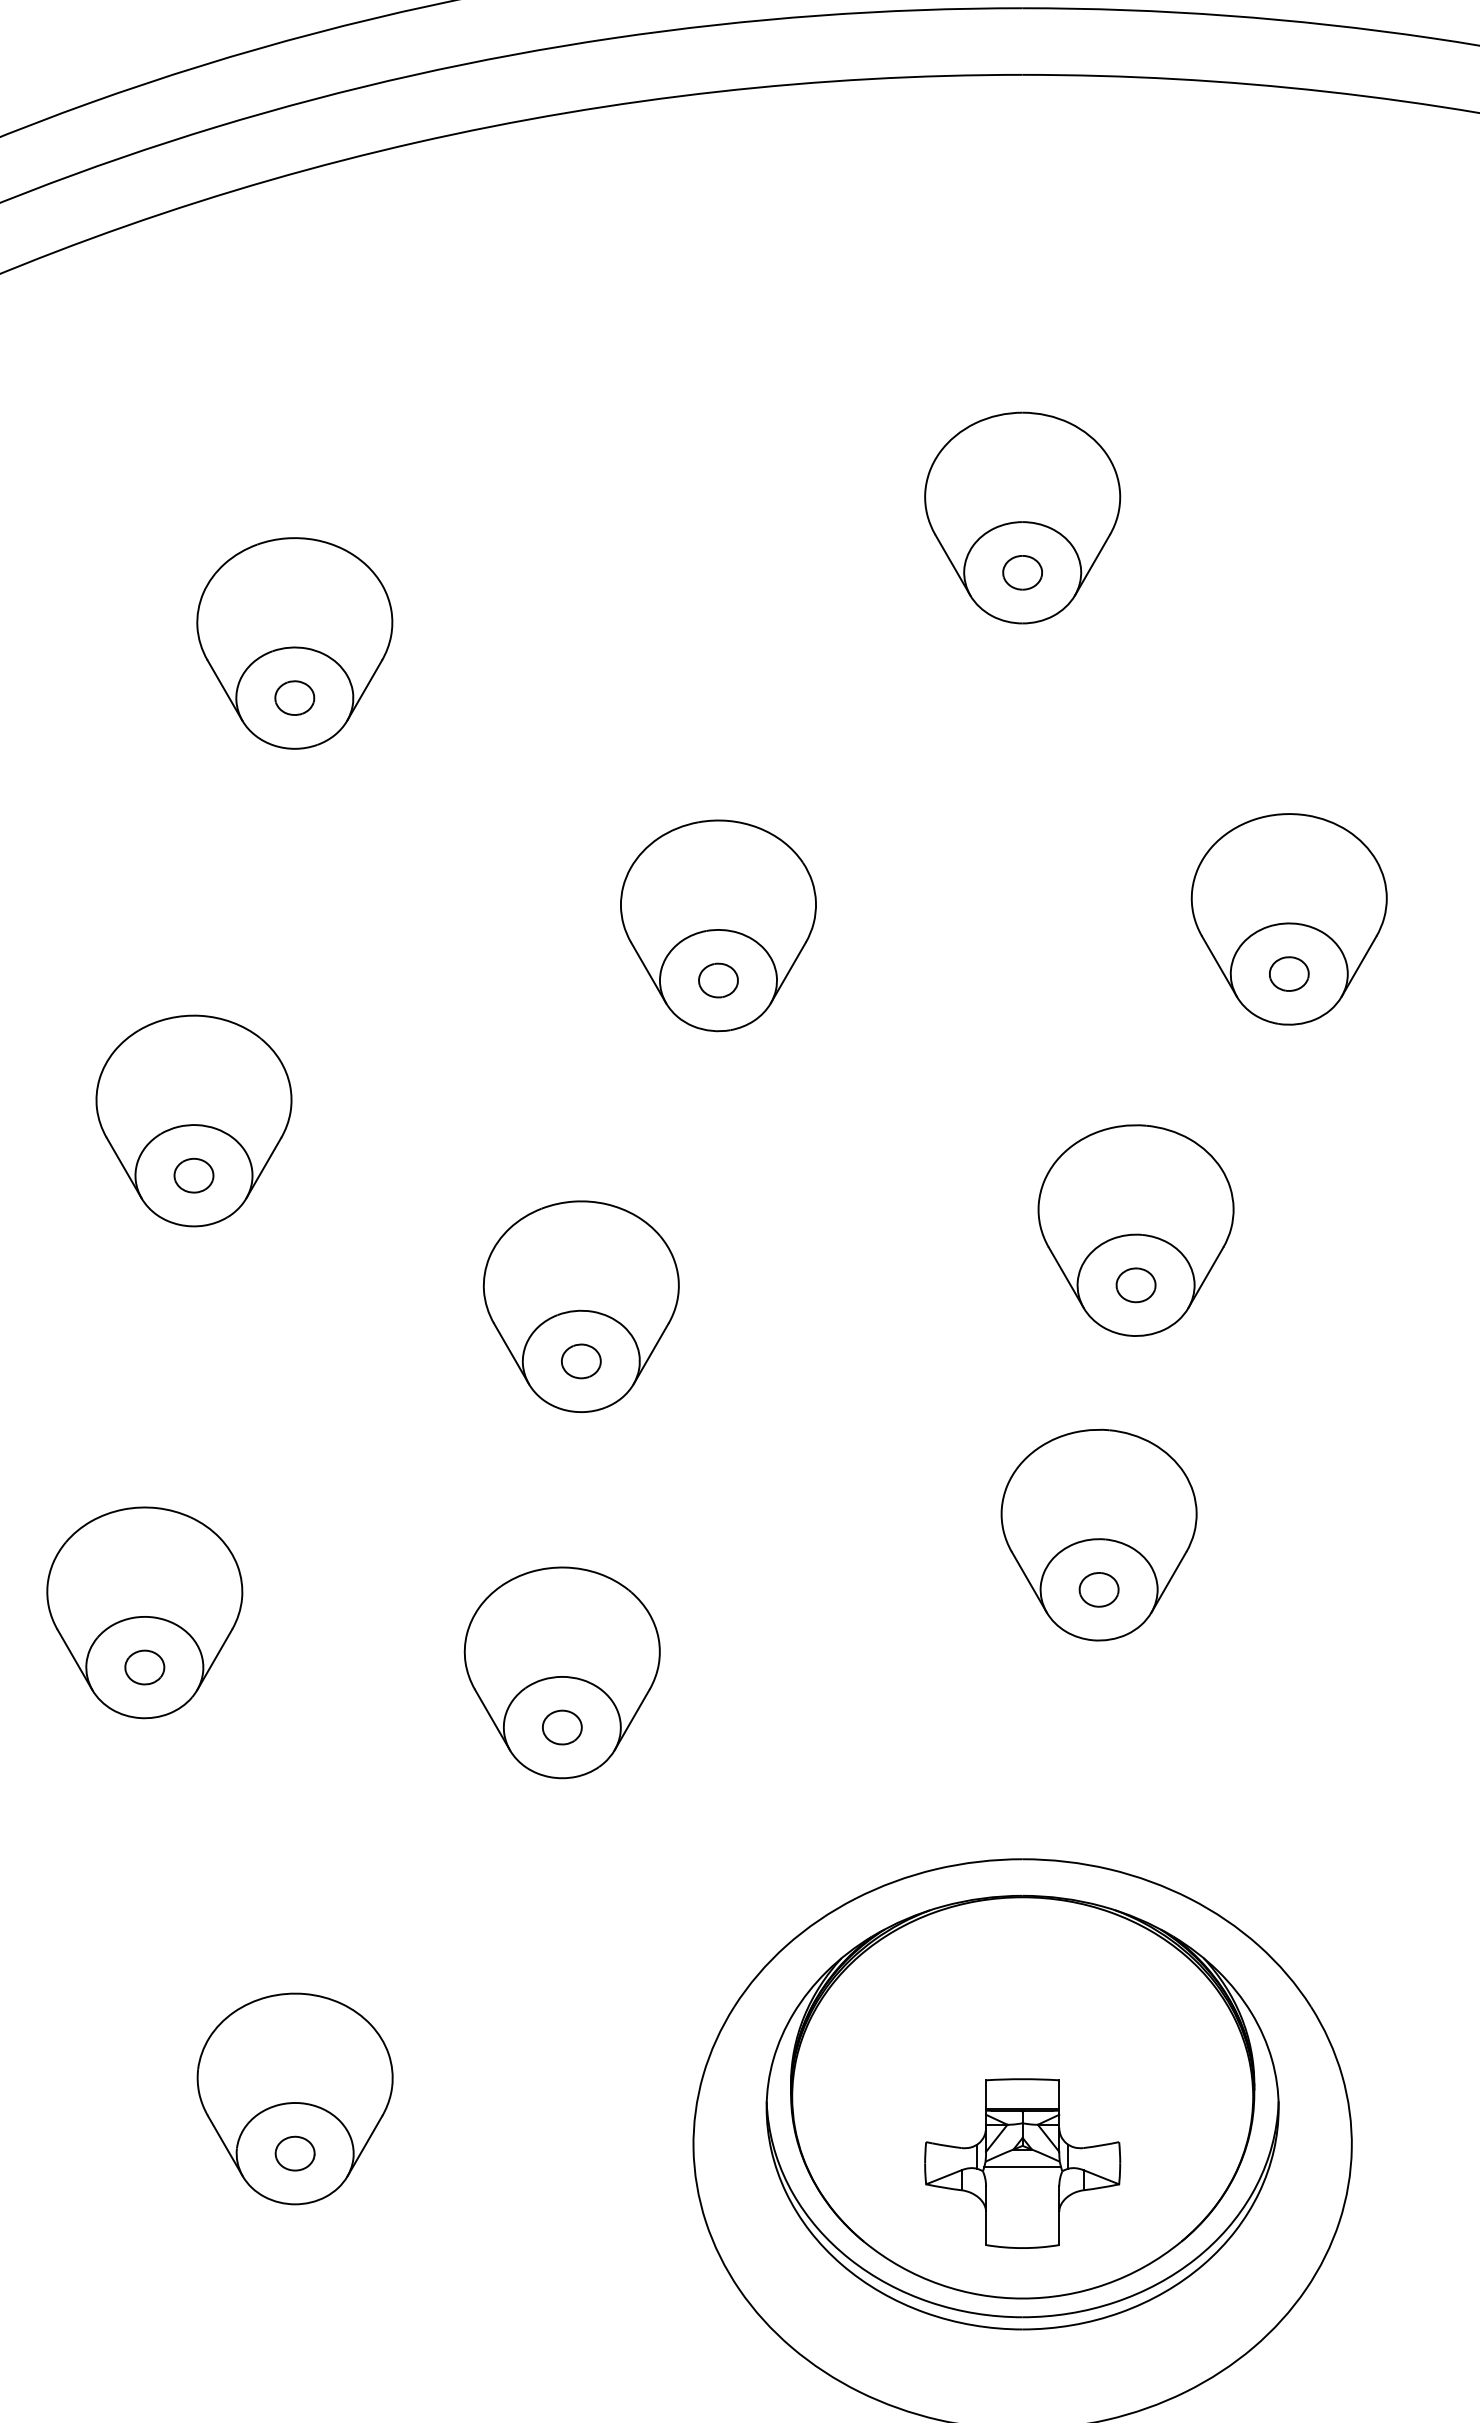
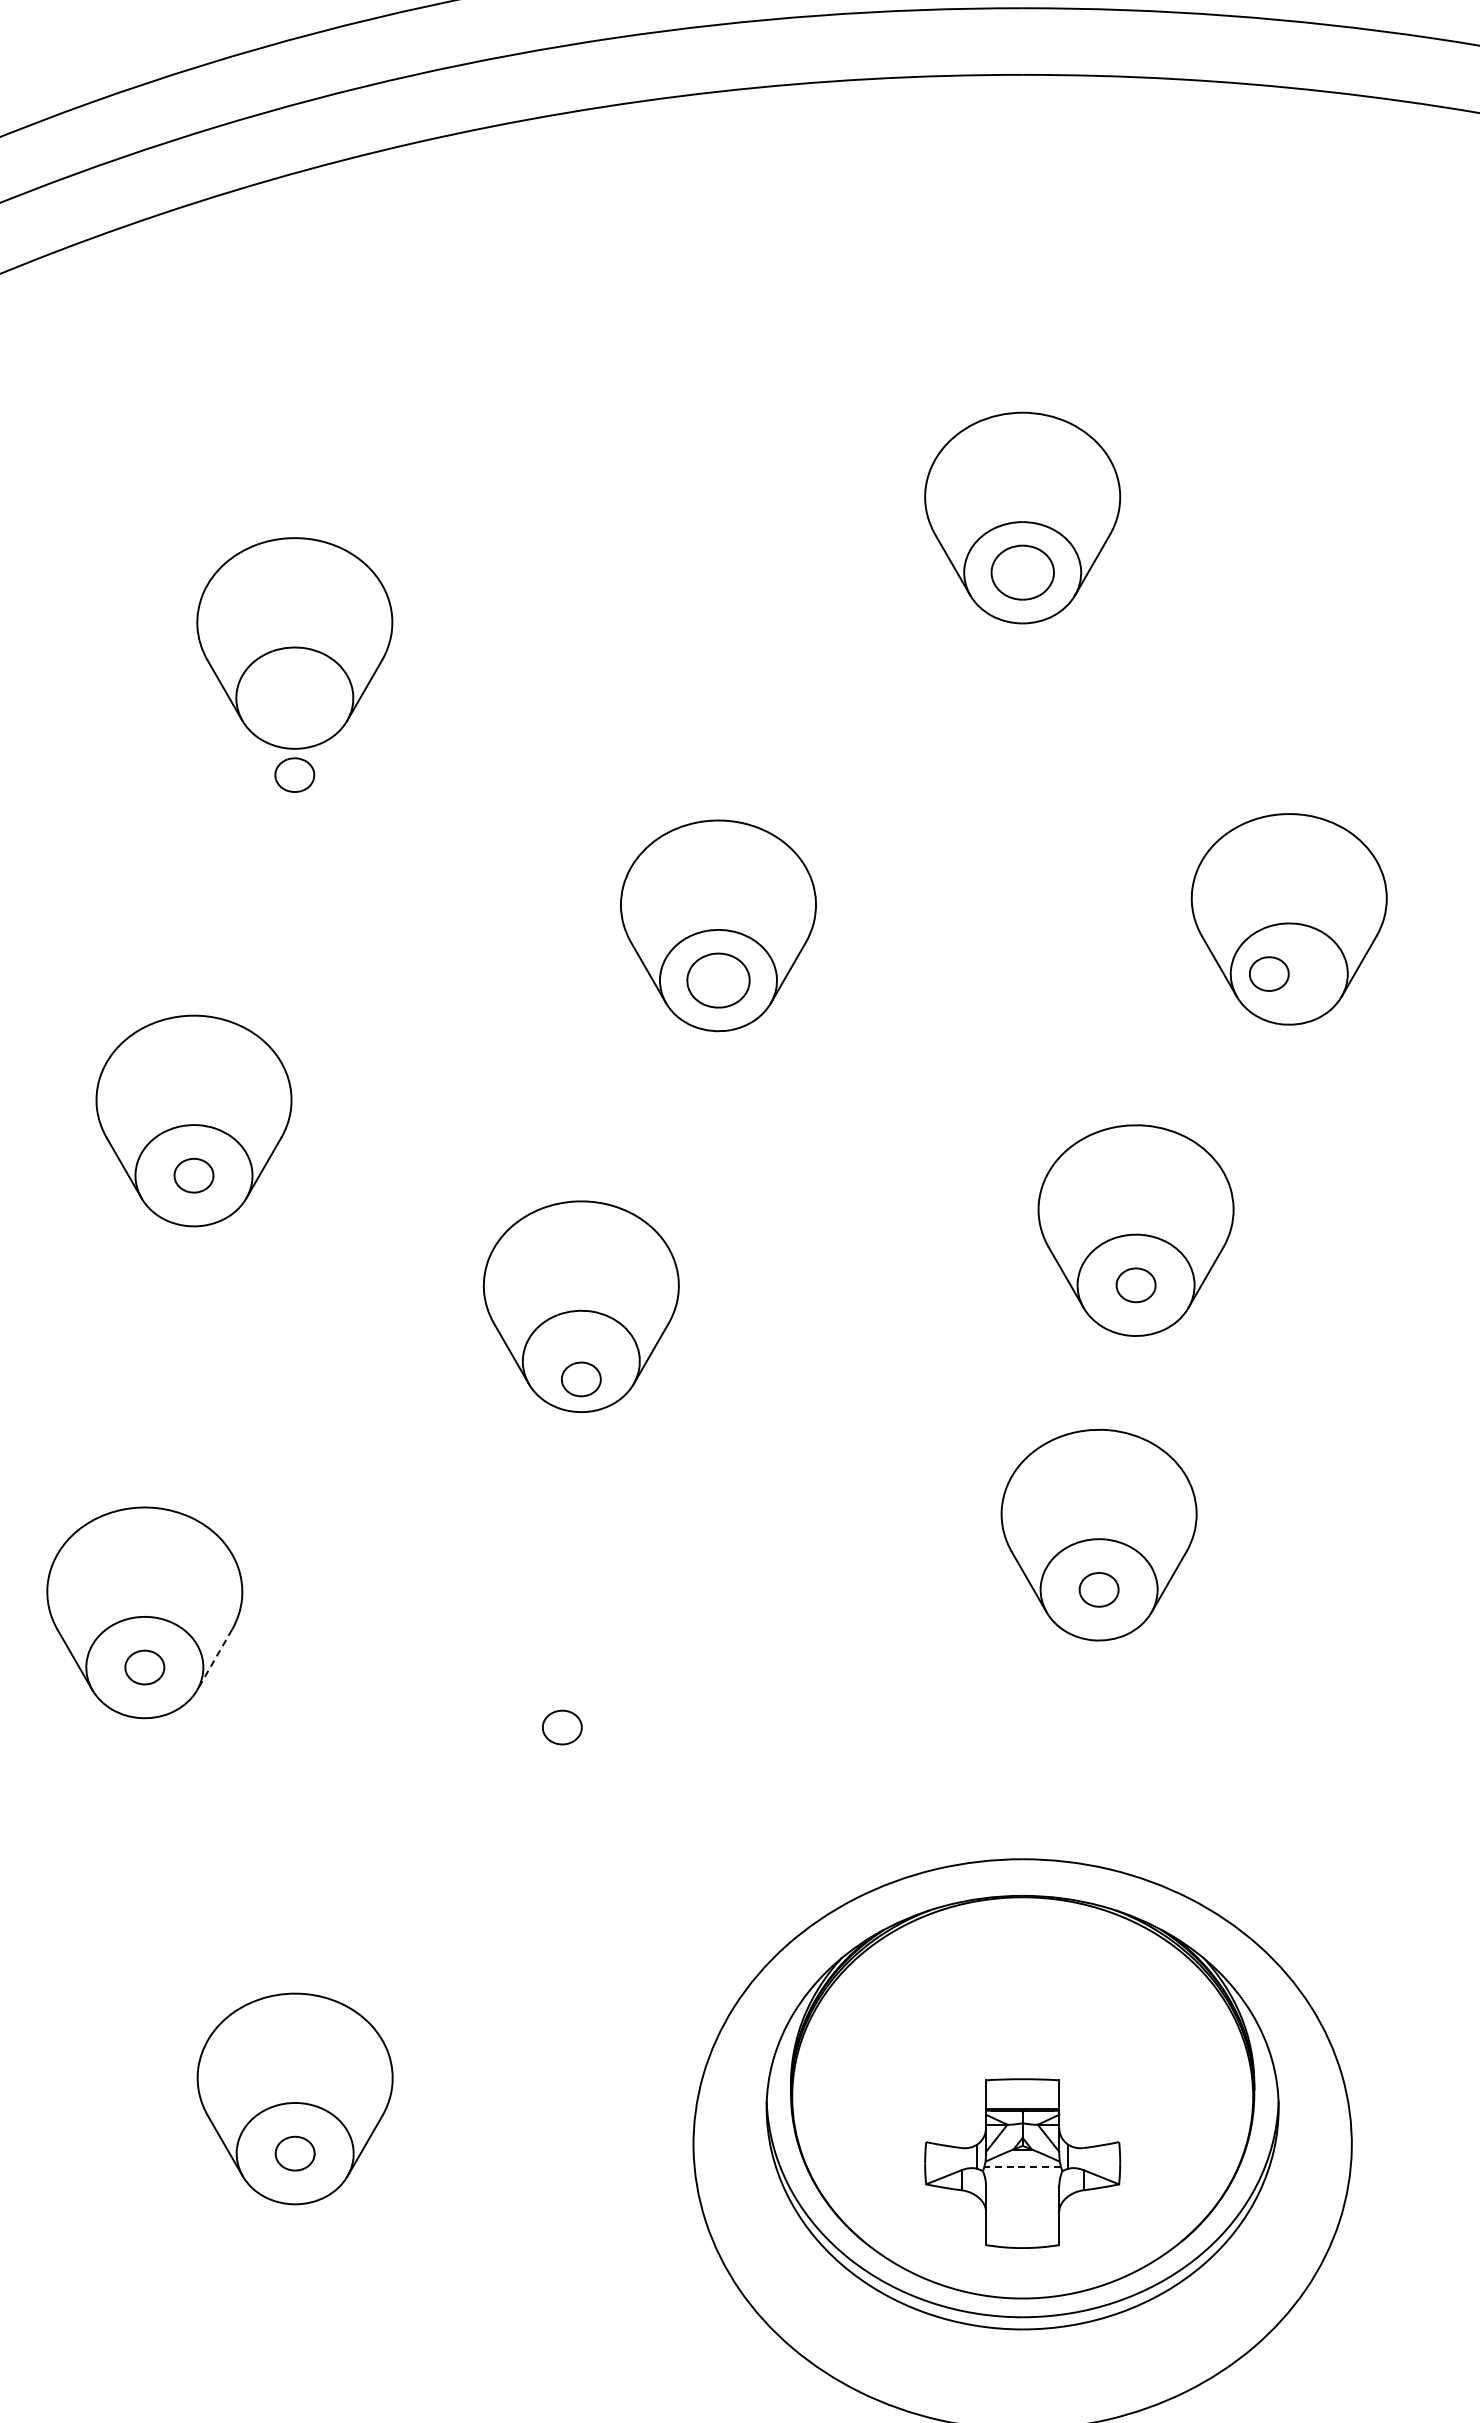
part at (1022, 572) size: 41x36 px -> 65x57 px
part at (294, 697) position: (294, 697) -> (294, 774)
part at (1289, 973) position: (1289, 973) -> (1269, 973)
part at (718, 980) size: 41x37 px -> 65x57 px
part at (581, 1361) position: (581, 1361) -> (581, 1379)
line at (214, 1659): solid -> dashed
part at (561, 1672): present -> none
line at (1022, 2167): solid -> dashed
